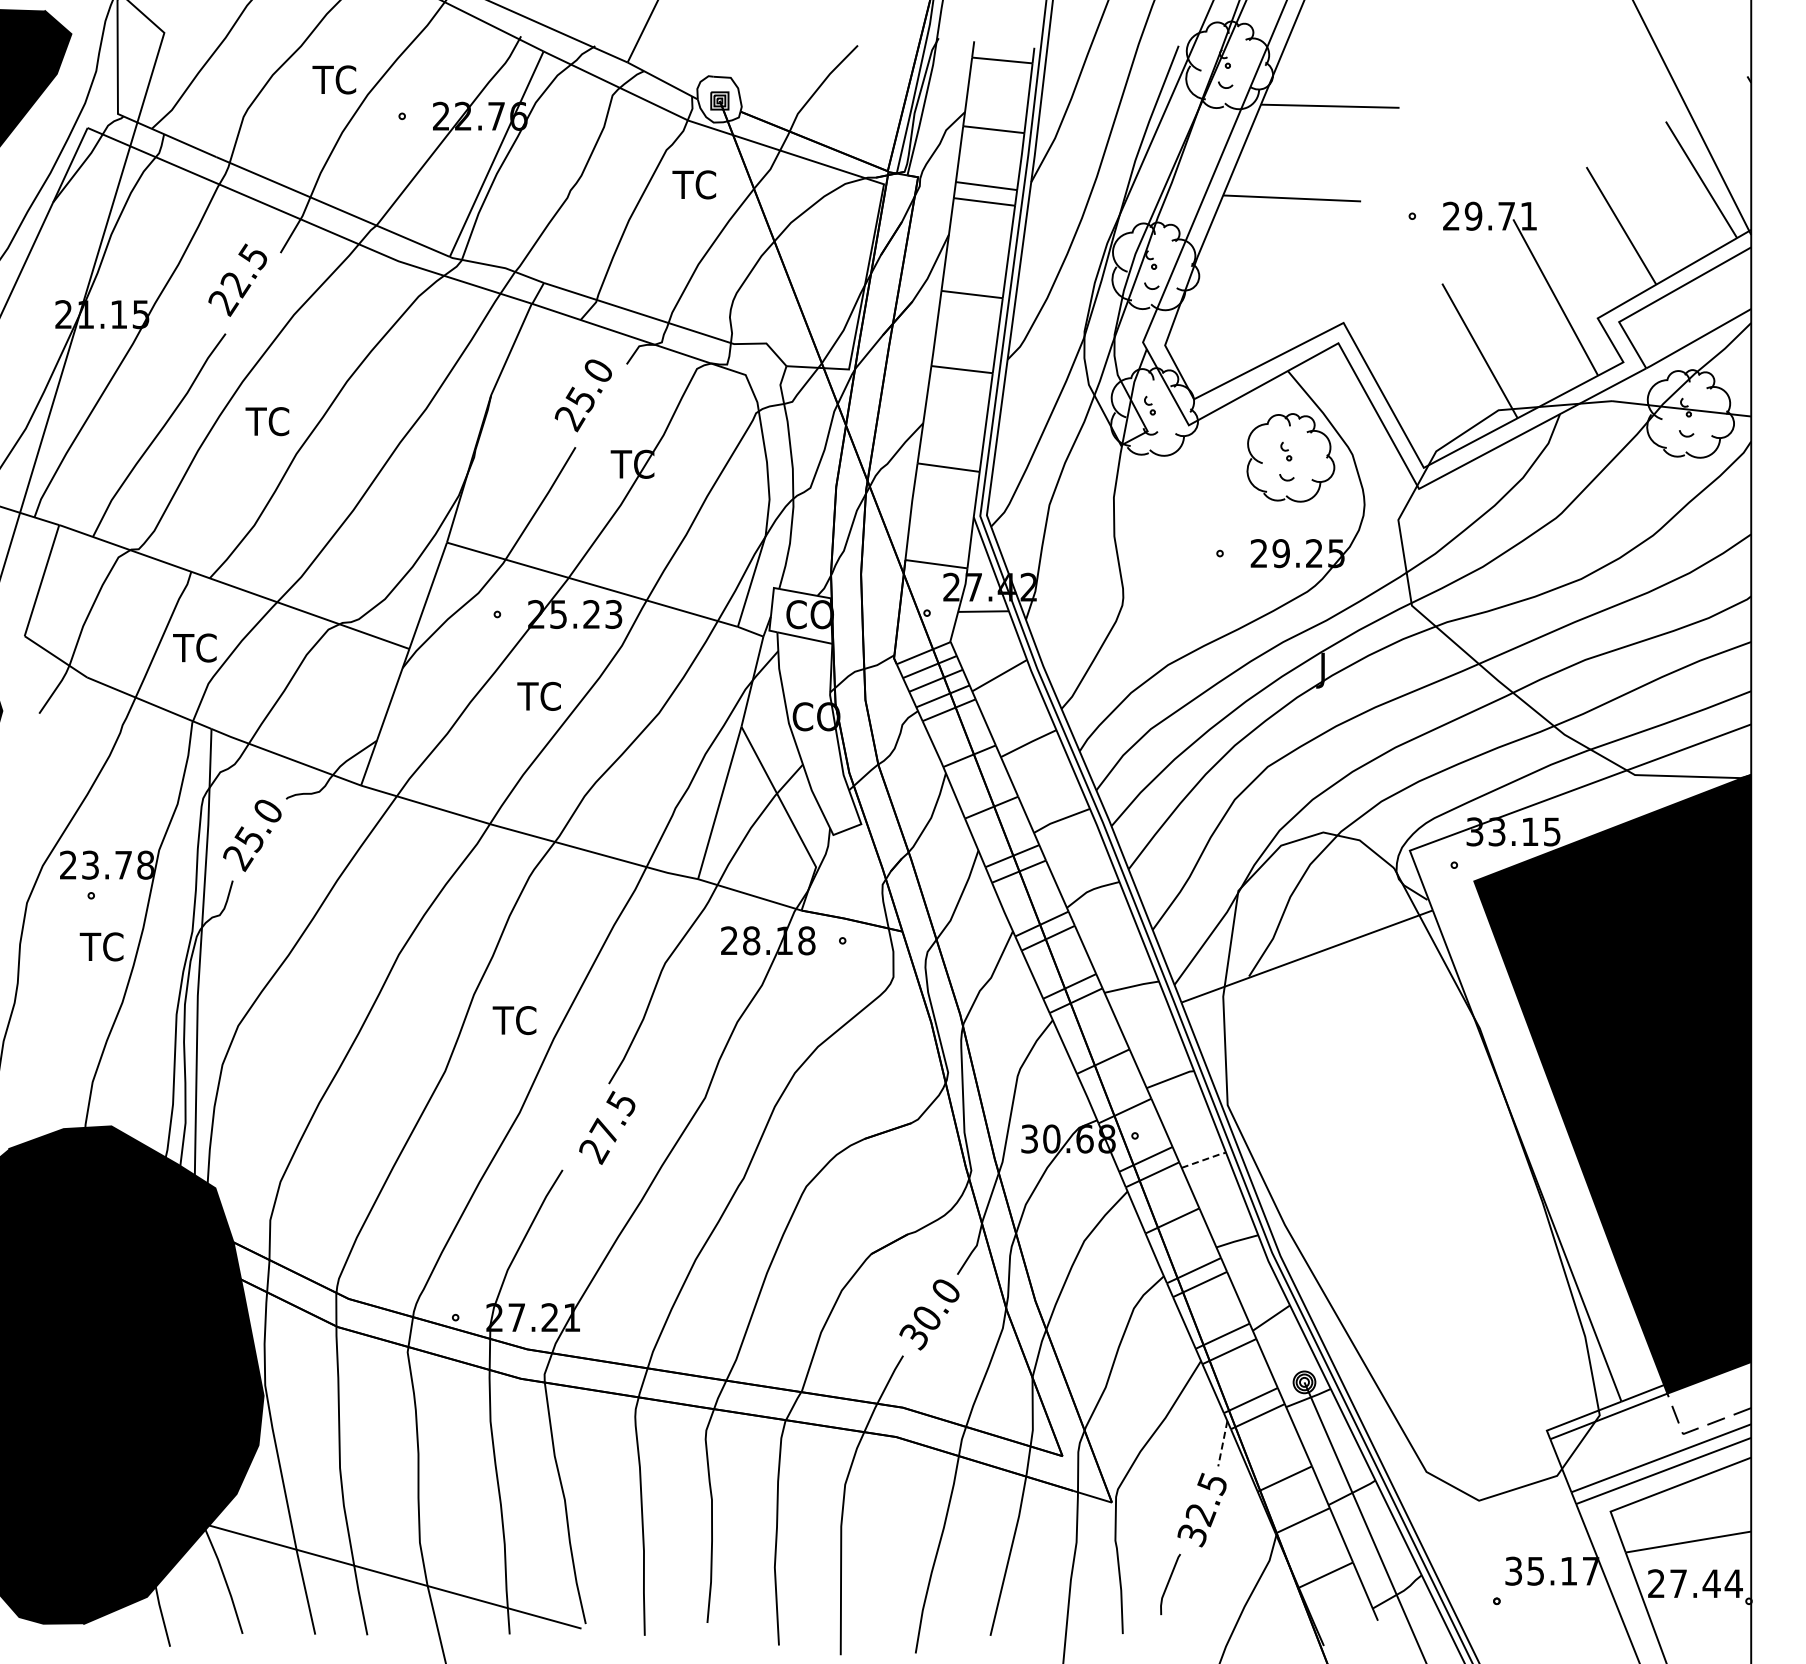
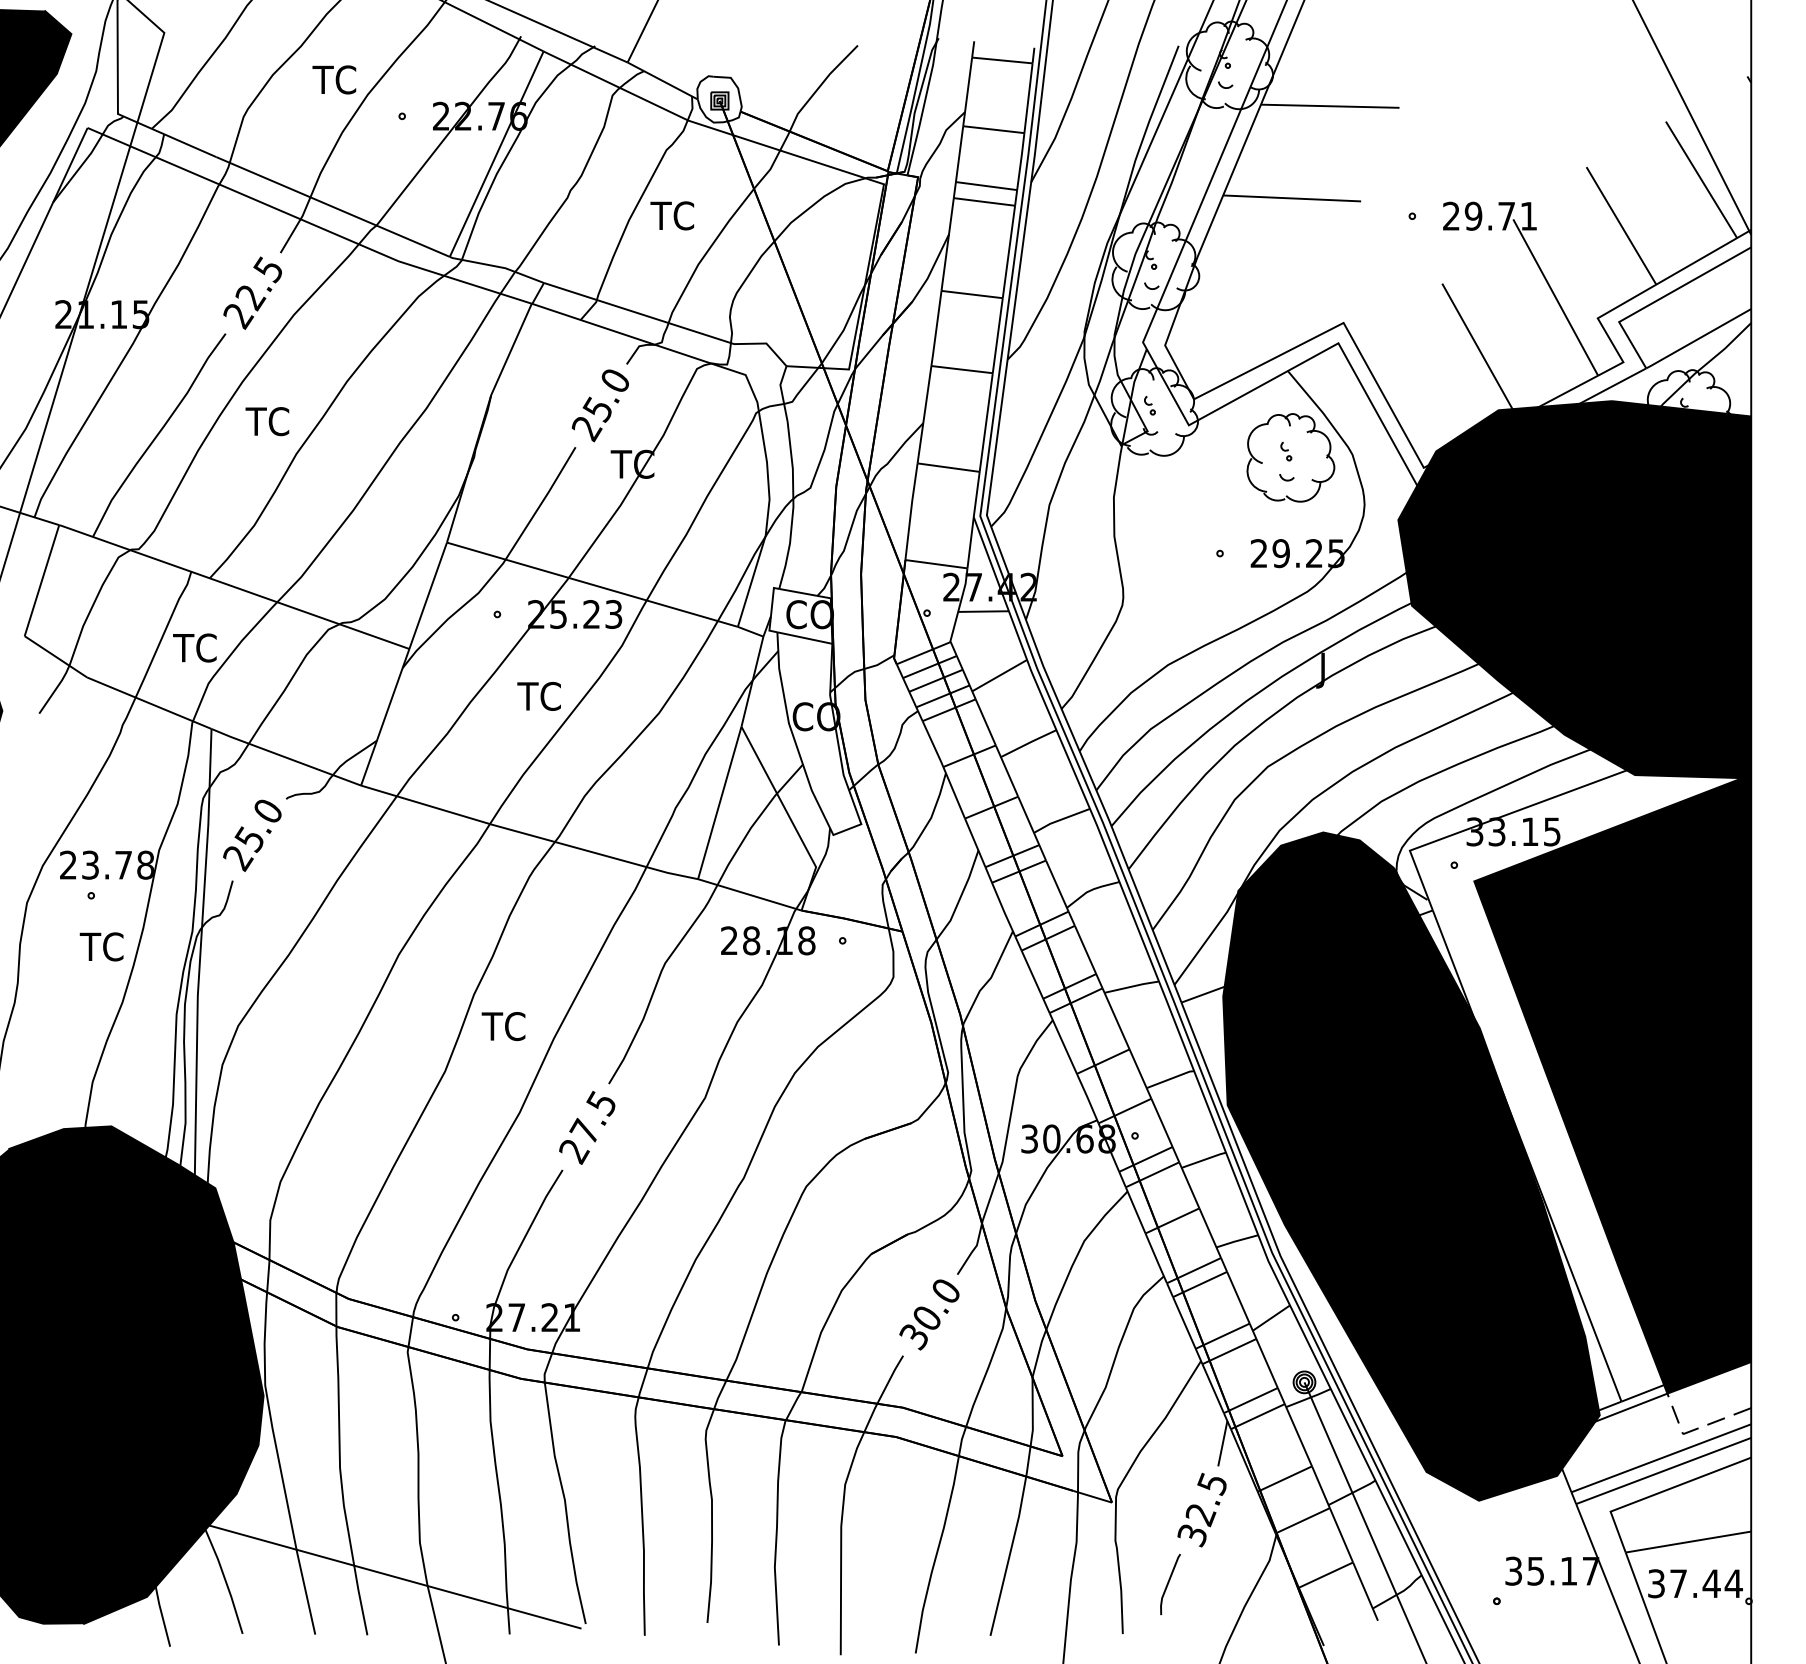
text at (694, 184) position: (694, 184) -> (672, 215)
text at (237, 279) position: (237, 279) -> (252, 292)
text at (582, 395) position: (582, 395) -> (599, 405)
fill at (1574, 589): none -> present
text at (514, 1020) position: (514, 1020) -> (503, 1026)
text at (607, 1127) position: (607, 1127) -> (587, 1127)
line at (1204, 1159): dashed -> solid
fill at (1411, 1166): none -> present
line at (1222, 1444): dashed -> solid
text at (1656, 1583): 27.44 -> 37.44
